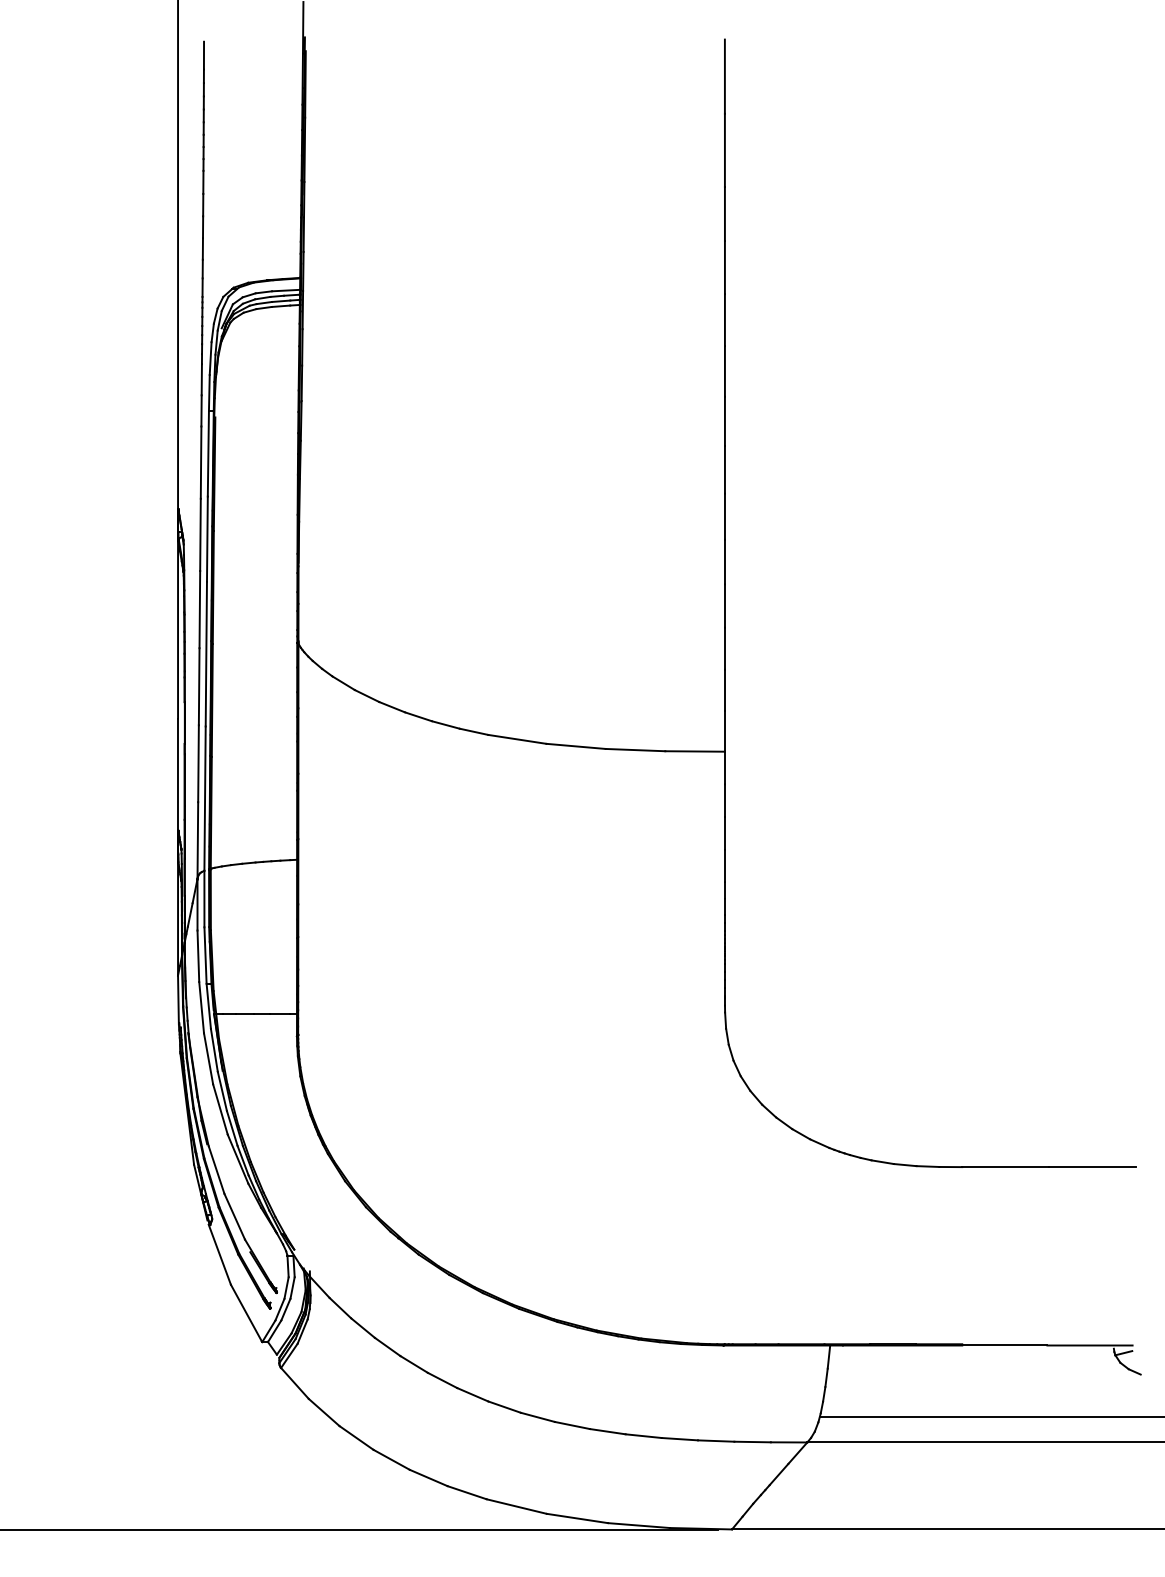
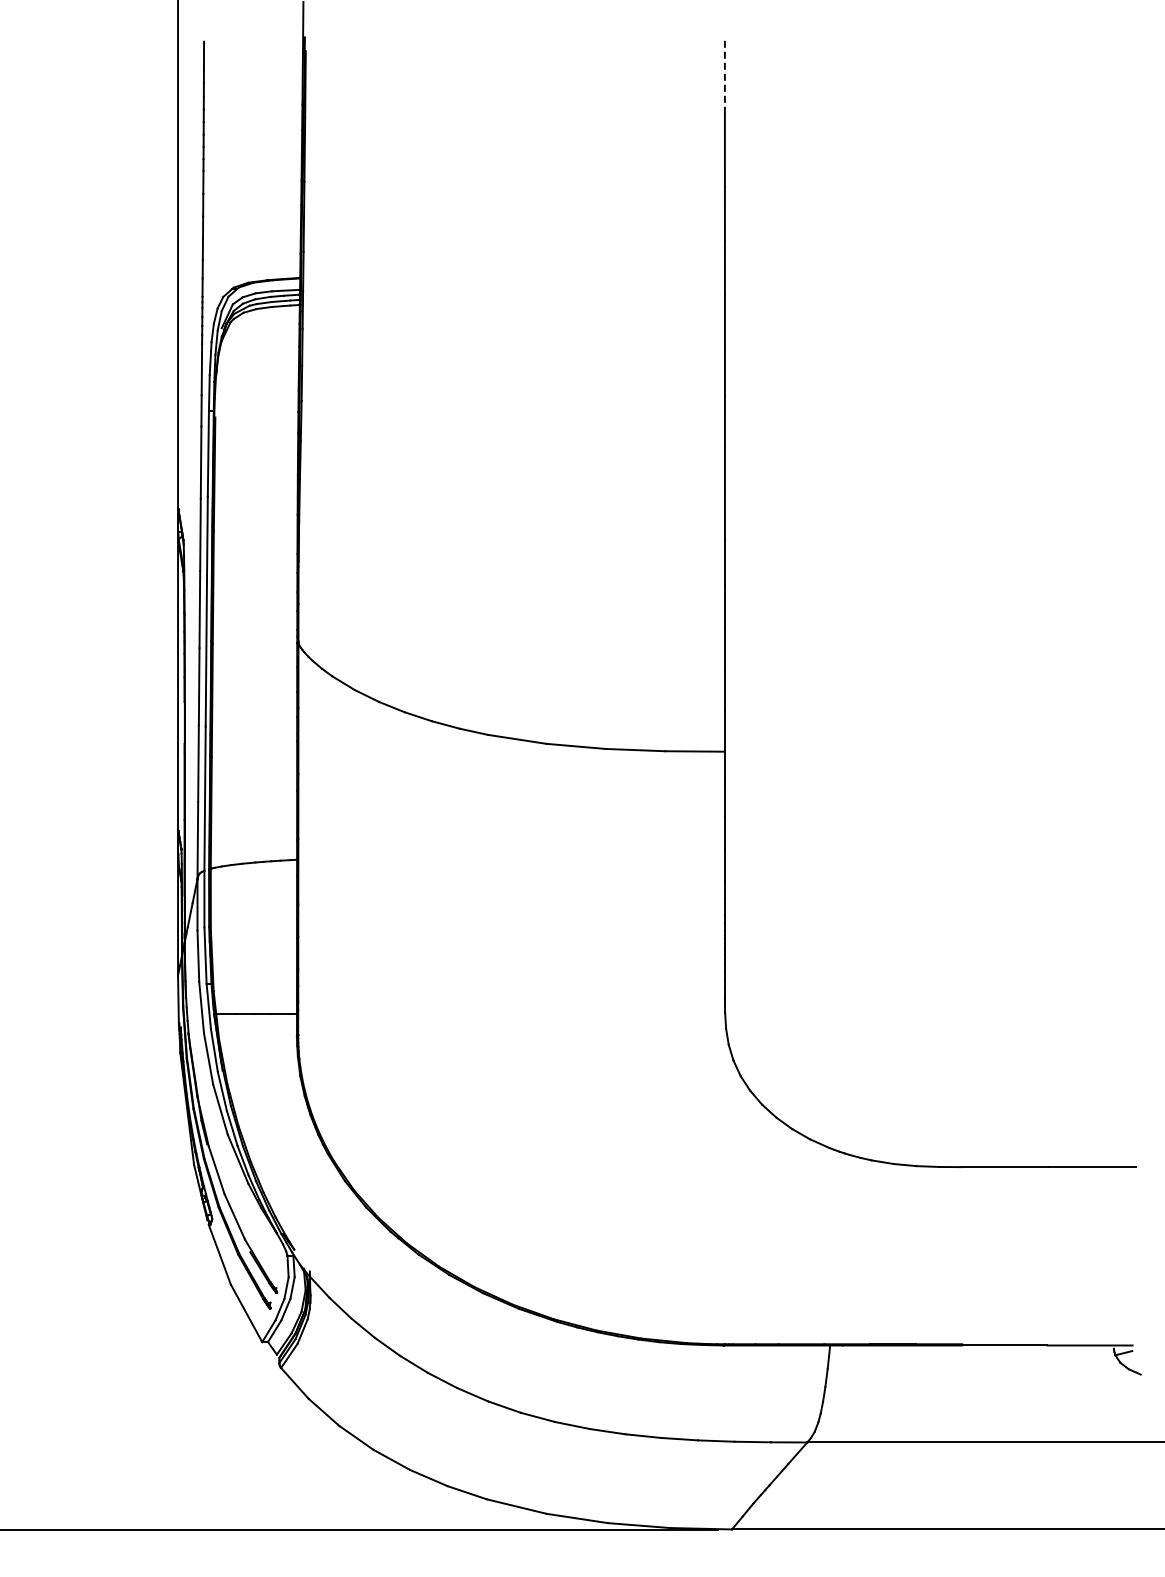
line at (724, 76): solid -> dashed
line at (990, 1417): present -> none
